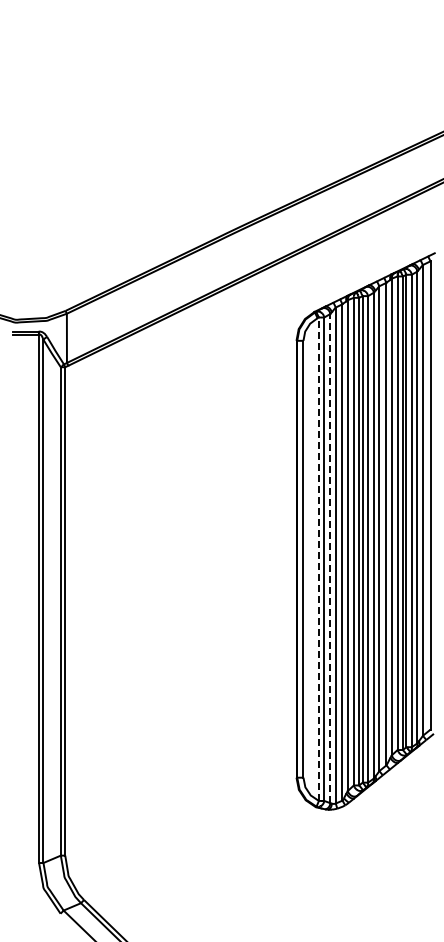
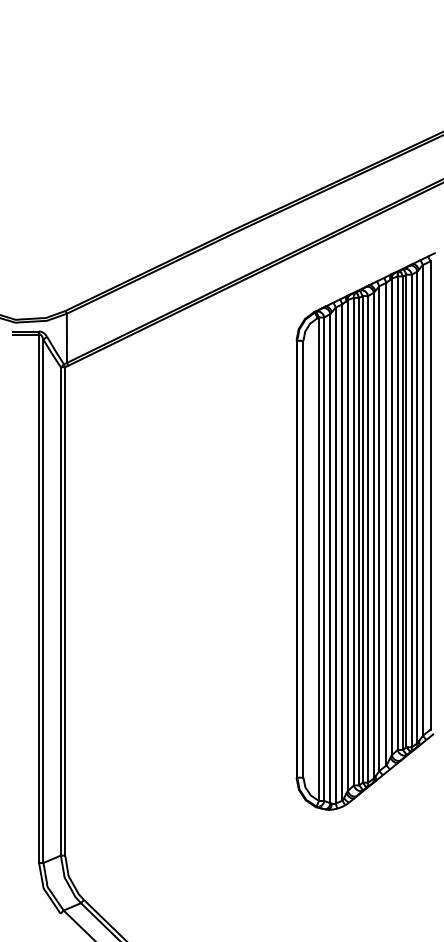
line at (330, 558): dashed -> solid
line at (318, 559): dashed -> solid
